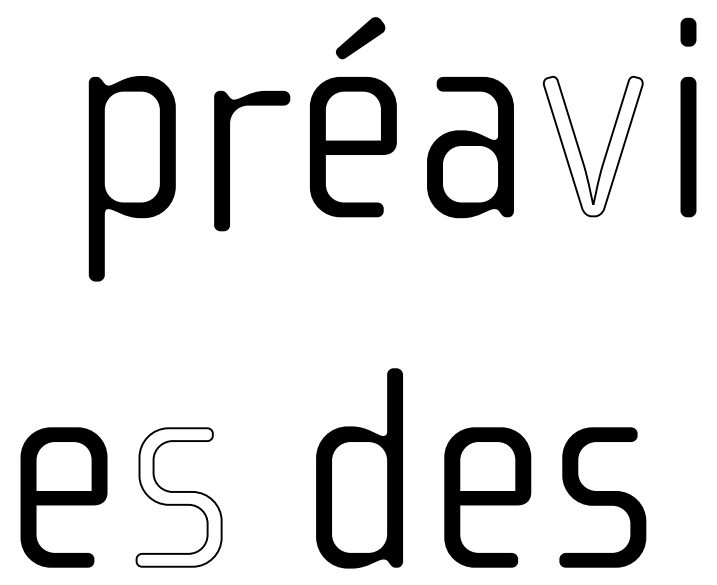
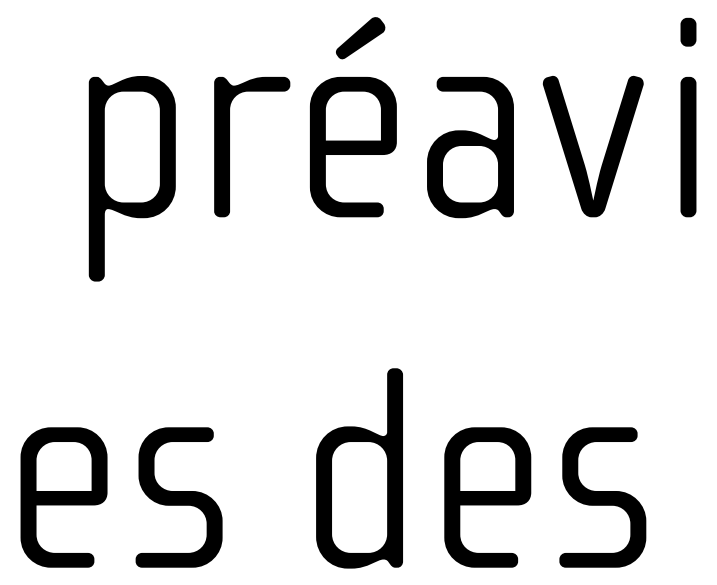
fill at (592, 146): none -> present
part at (229, 161) position: (229, 161) -> (229, 147)
fill at (178, 497): none -> present
